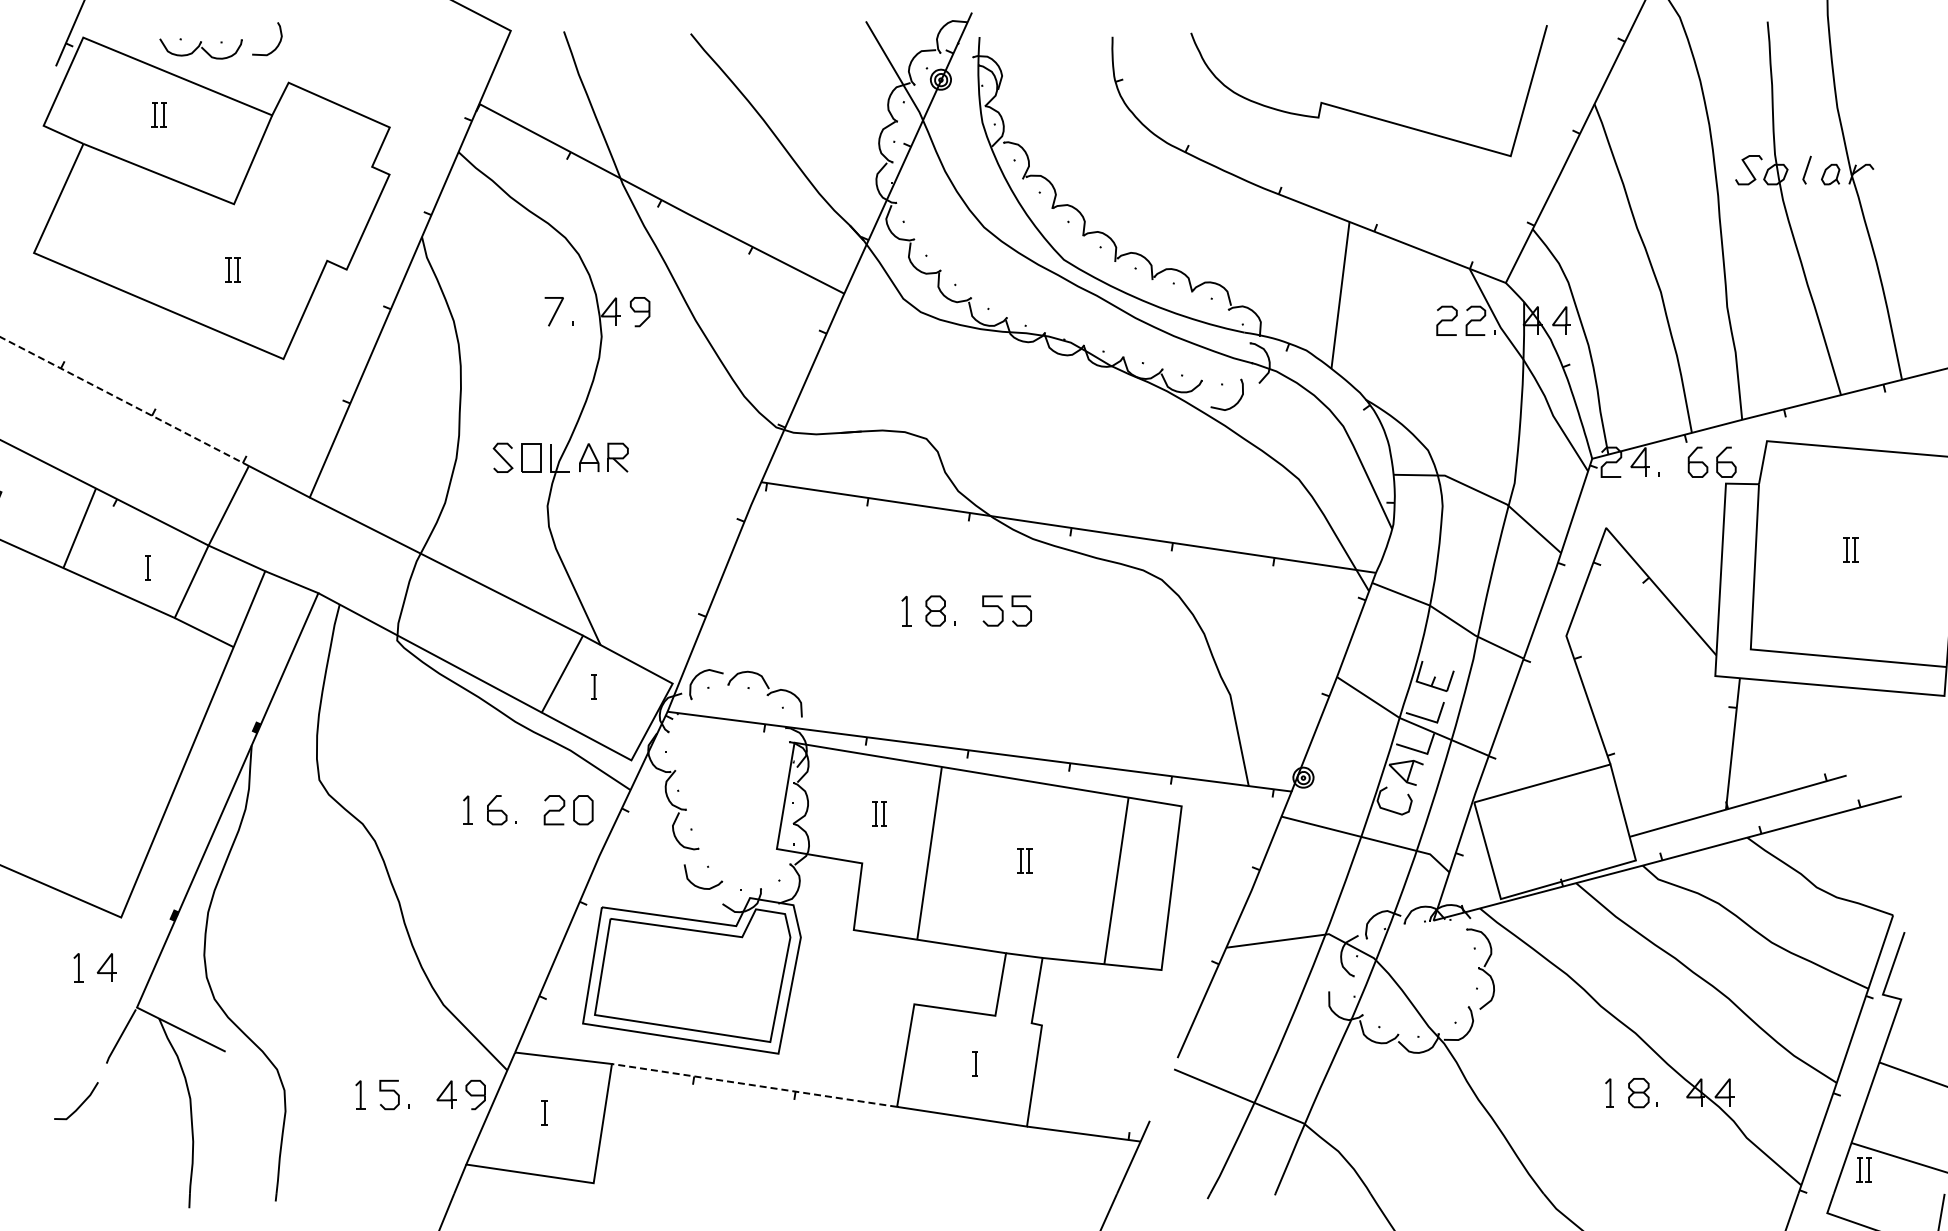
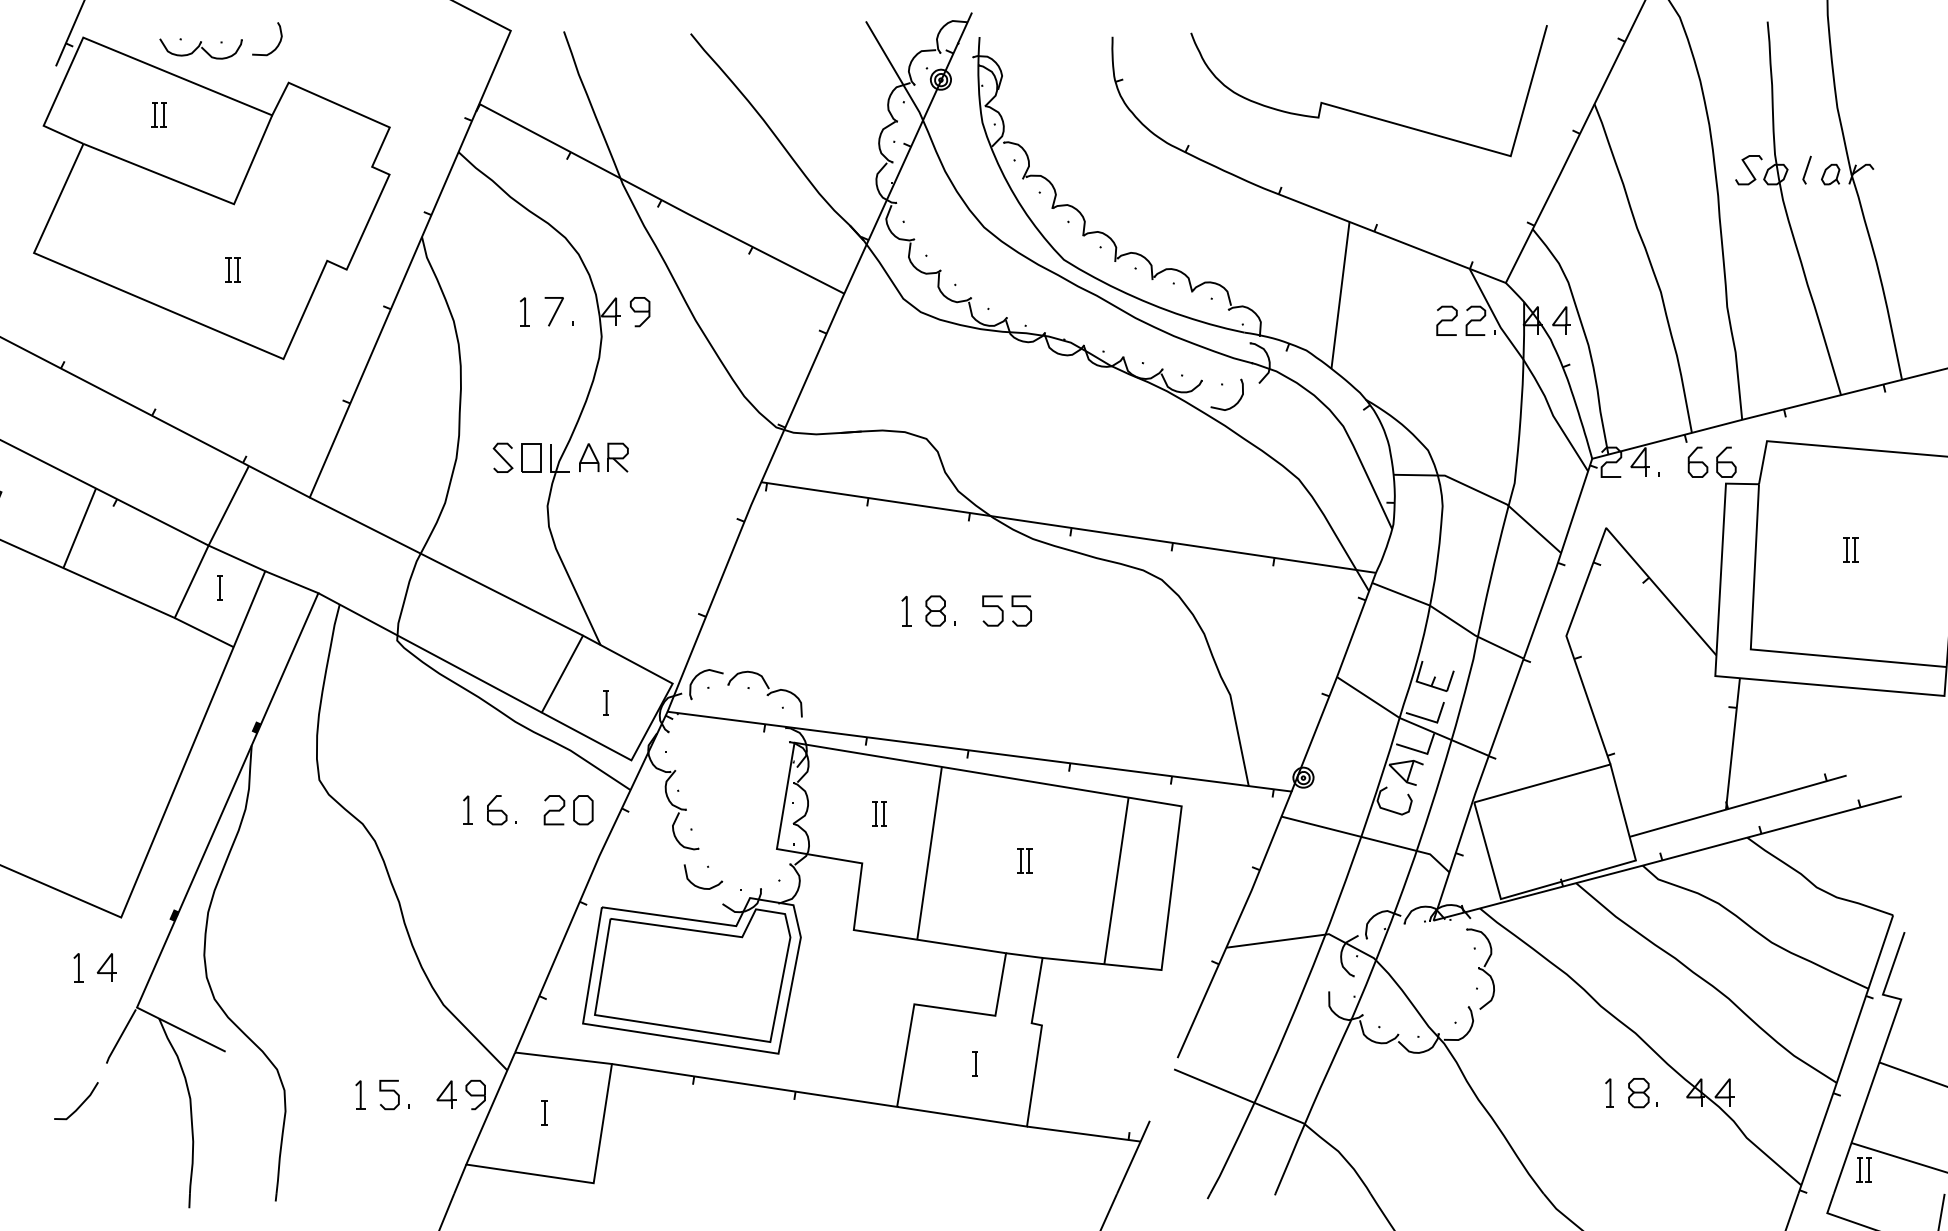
part at (524, 311): none -> present
line at (122, 400): dashed -> solid
part at (147, 567) position: (147, 567) -> (219, 587)
part at (593, 686) position: (593, 686) -> (605, 702)
line at (754, 1085): dashed -> solid
